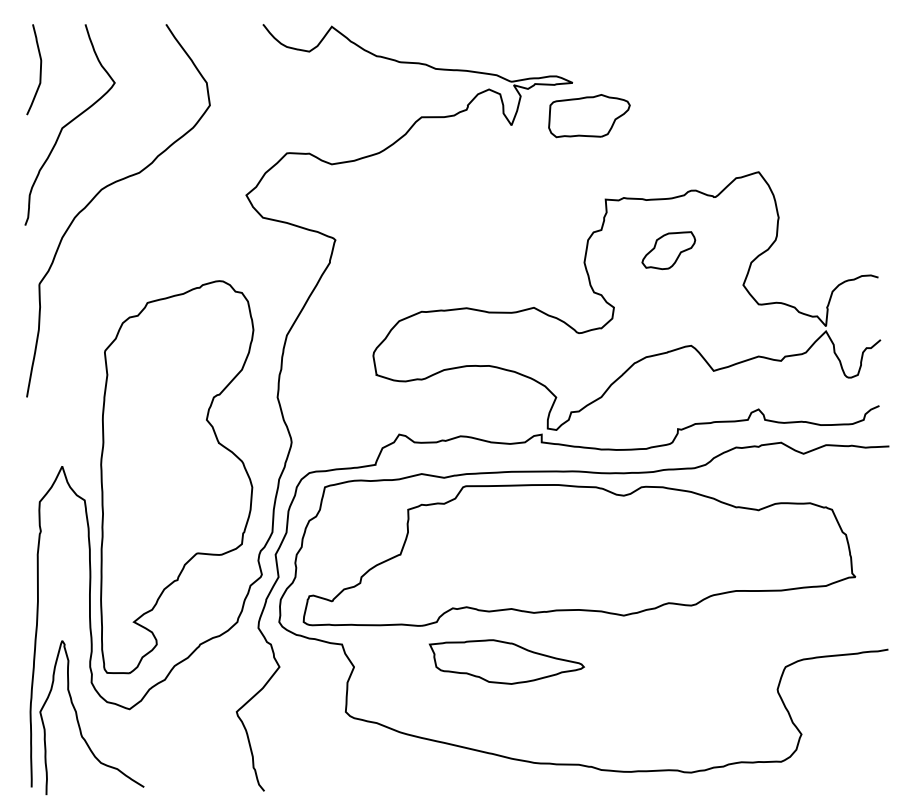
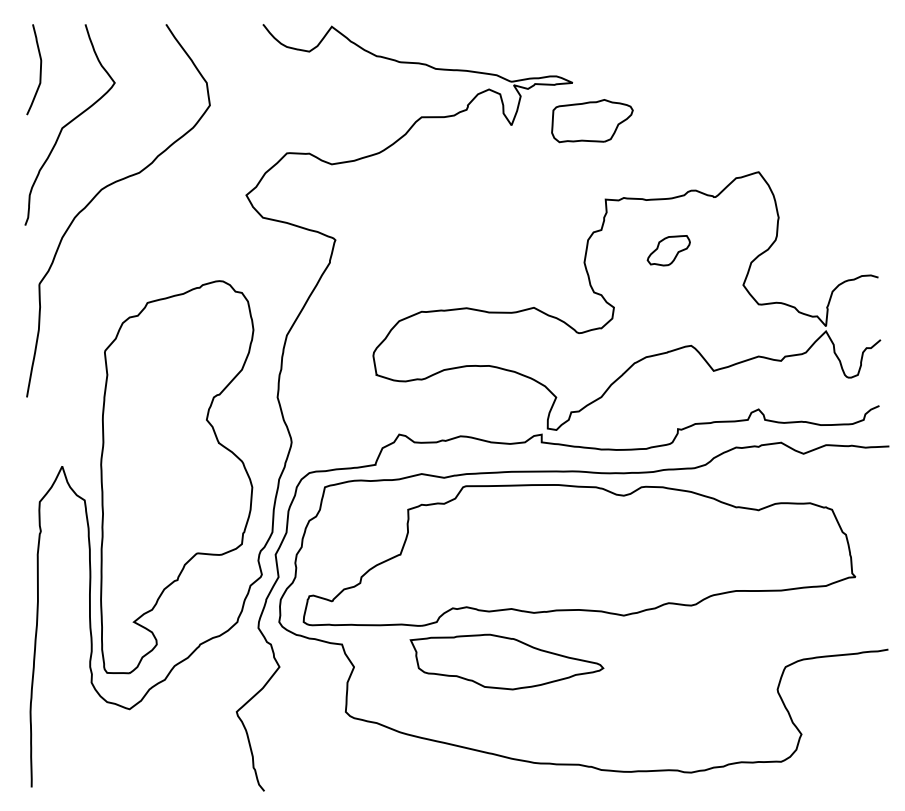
part at (589, 116) position: (589, 116) -> (592, 121)
part at (668, 250) size: 56x40 px -> 45x32 px
part at (506, 661) size: 157x46 px -> 196x58 px
curve at (79, 722): present -> none
